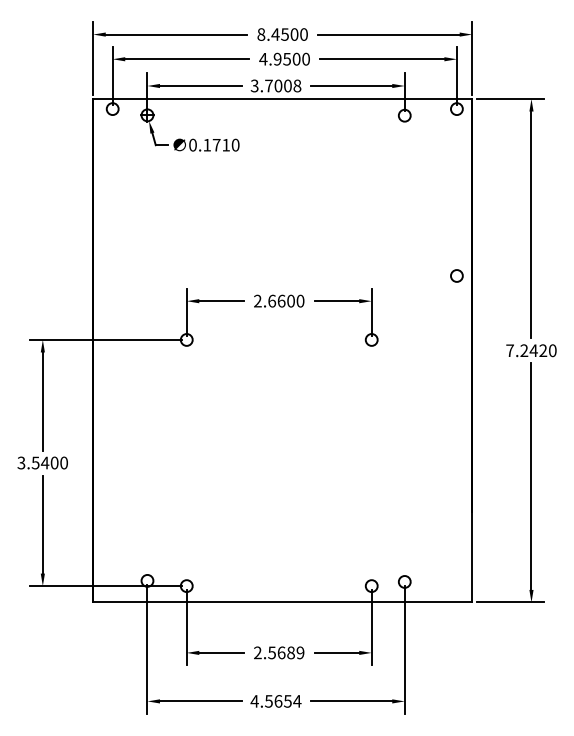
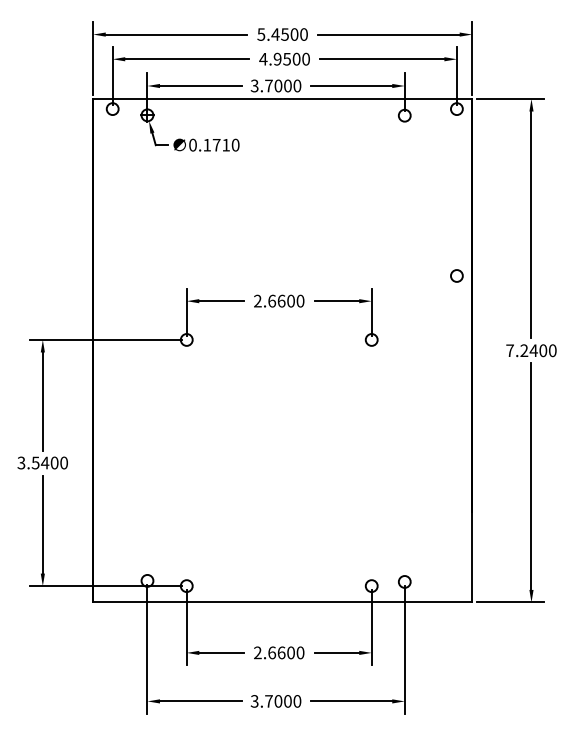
text at (261, 34): 8.4500 -> 5.4500
text at (297, 85): 3.7008 -> 3.7000
text at (543, 350): 7.2420 -> 7.2400
text at (286, 652): 2.5689 -> 2.6600
text at (275, 701): 4.5654 -> 3.7000
